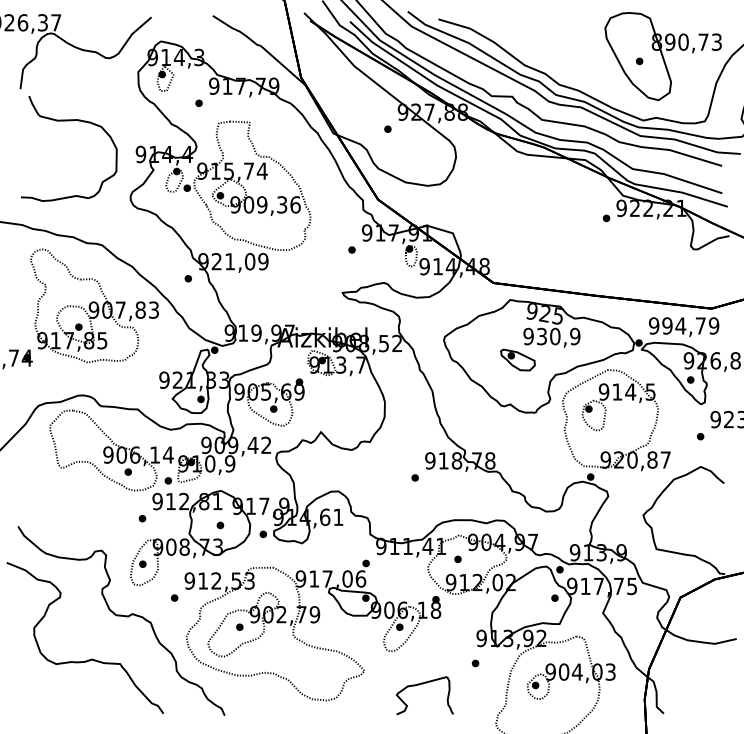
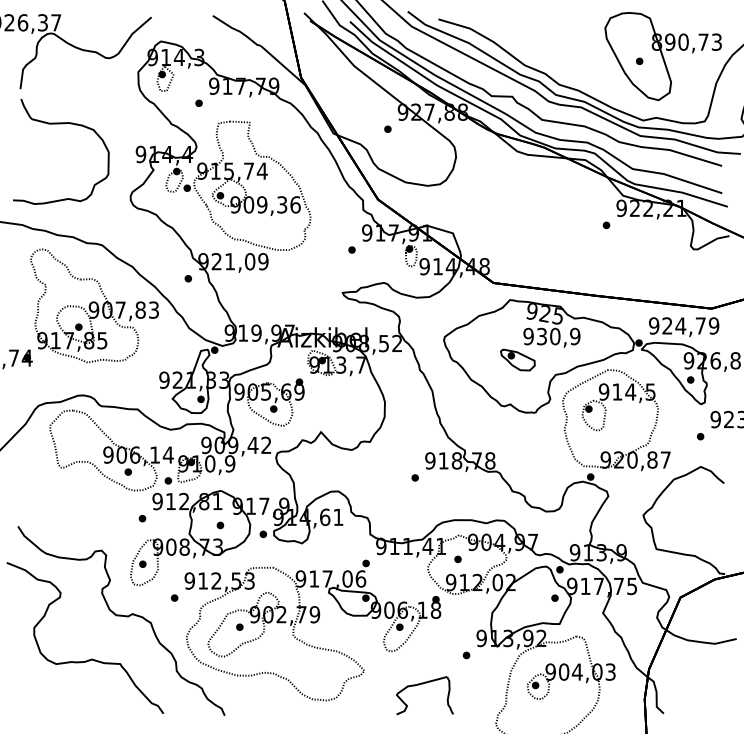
curve at (69, 121) position: (69, 121) -> (61, 124)
part at (606, 218) position: (606, 218) -> (606, 225)
text at (667, 325): 994,79 -> 924,79
part at (475, 663) position: (475, 663) -> (466, 655)
